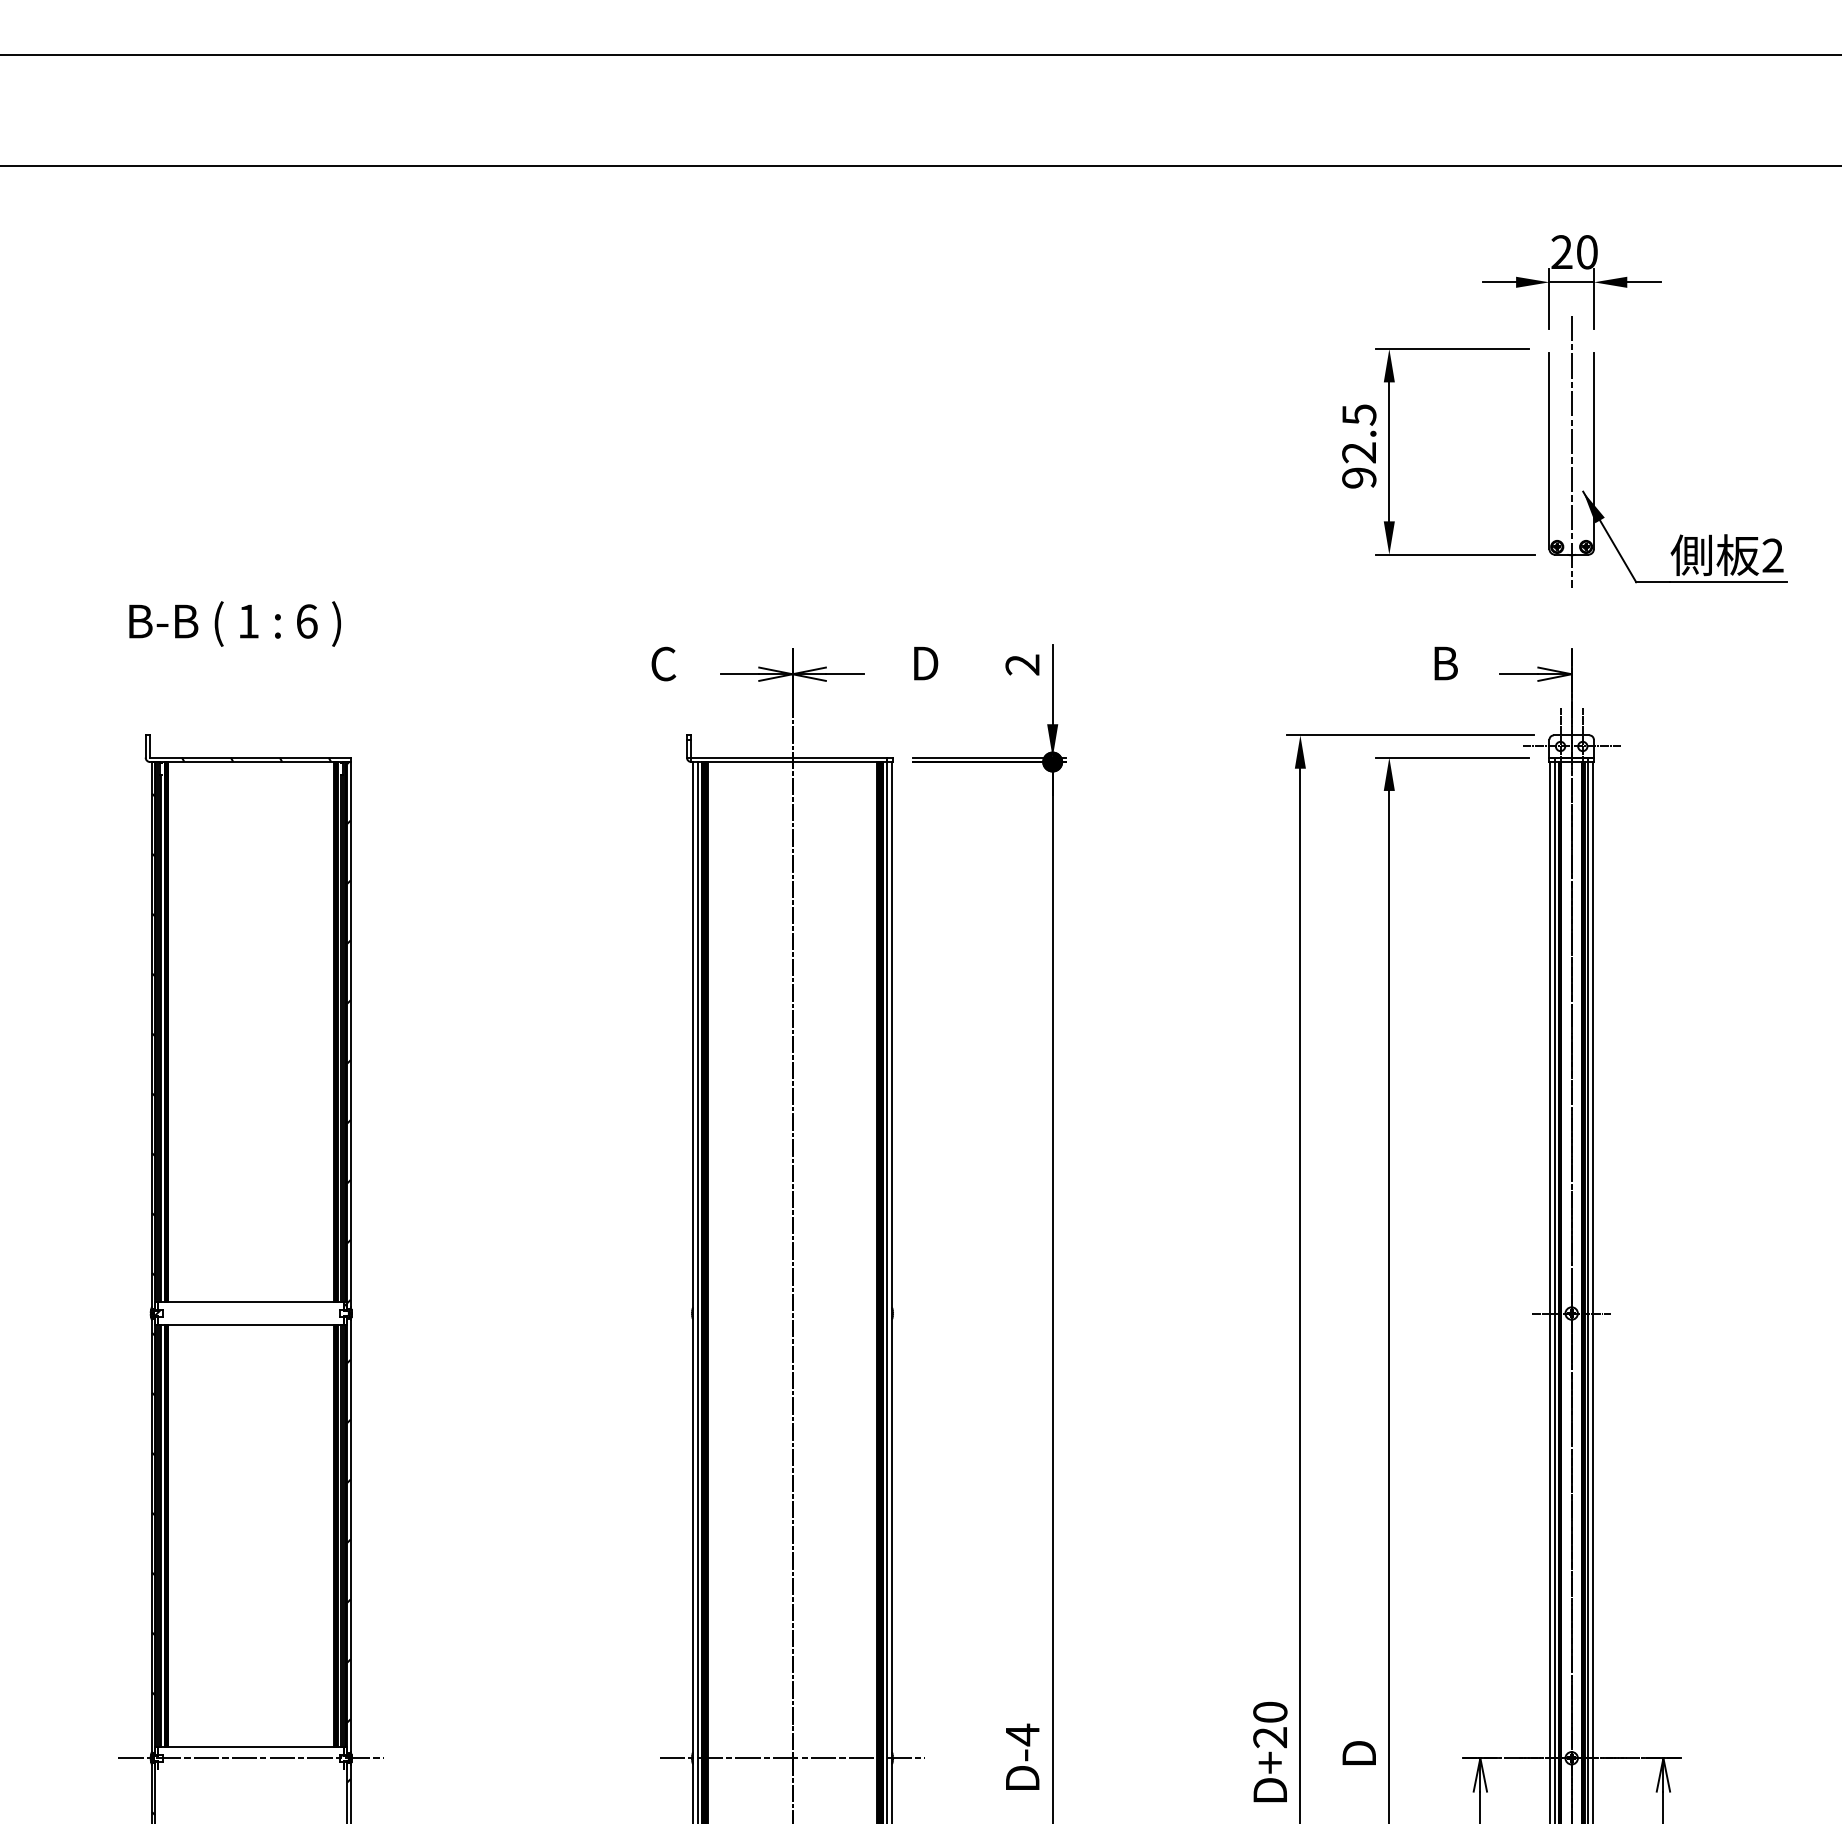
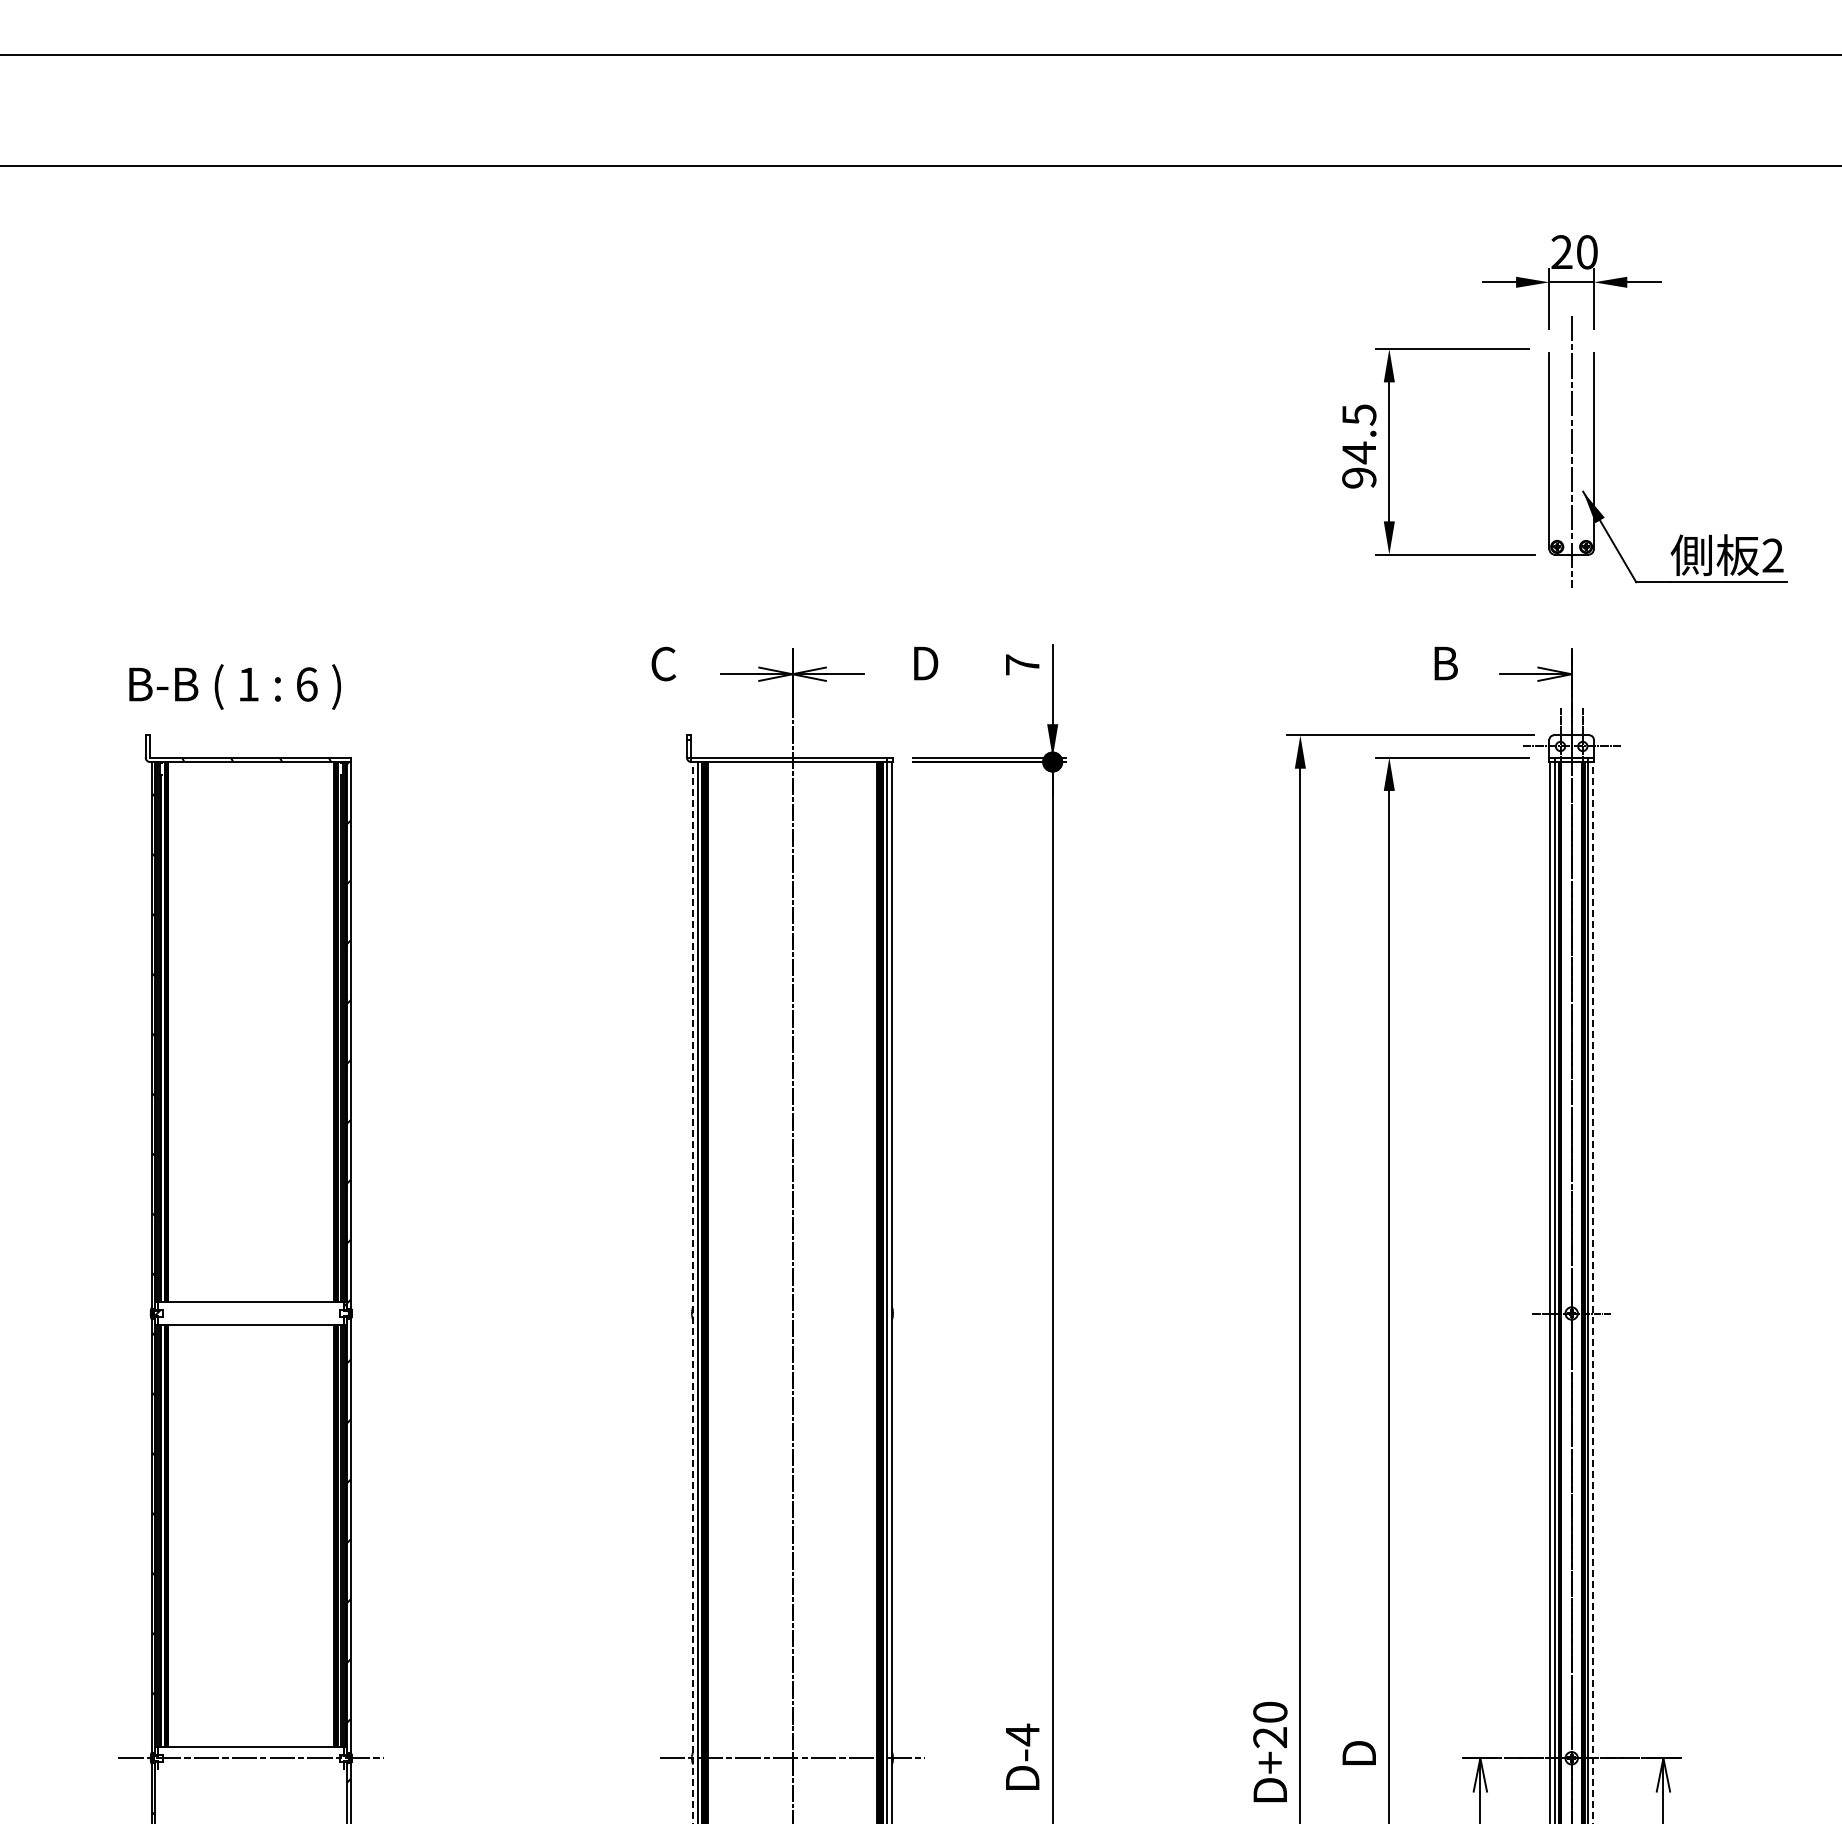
text at (1358, 452): 92.5 -> 94.5
text at (234, 623) position: (234, 623) -> (234, 686)
text at (1022, 664): 2 -> 7
line at (693, 1292): solid -> dashed
line at (1593, 1292): solid -> dashed
